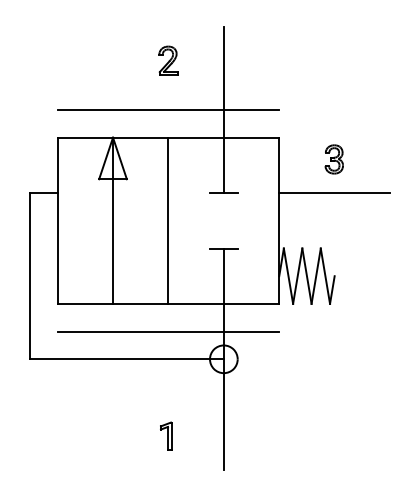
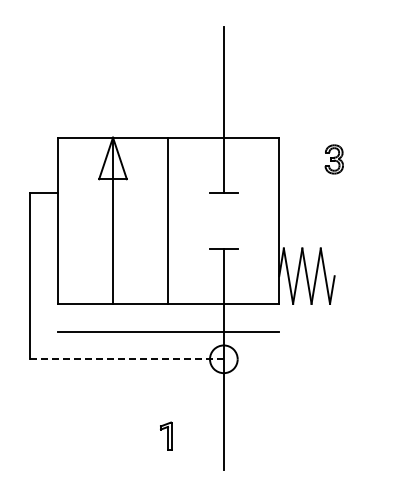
part at (168, 60): present -> none
line at (168, 109): present -> none
line at (334, 193): present -> none
line at (126, 359): solid -> dashed
